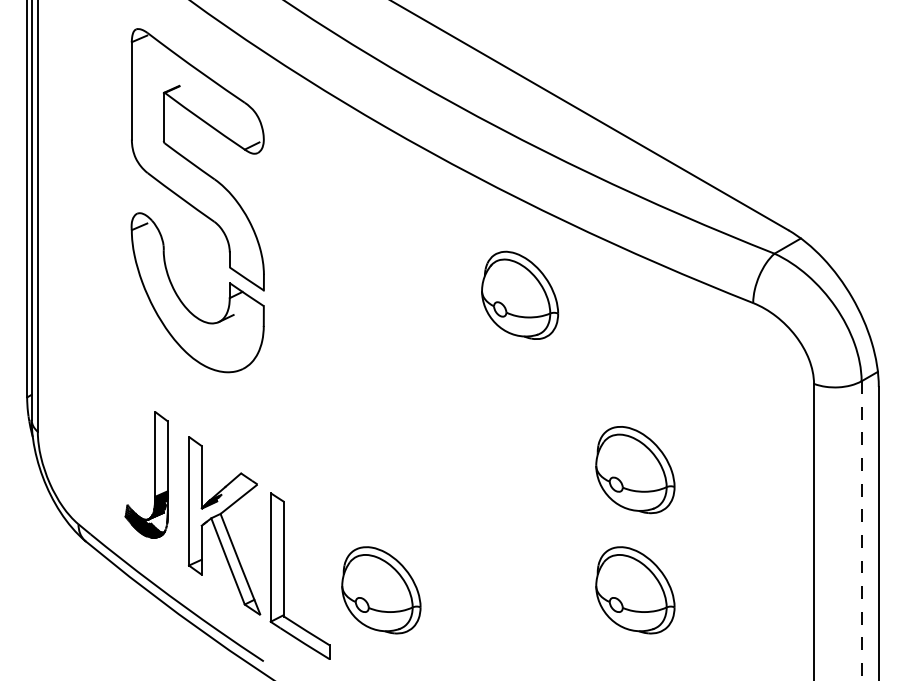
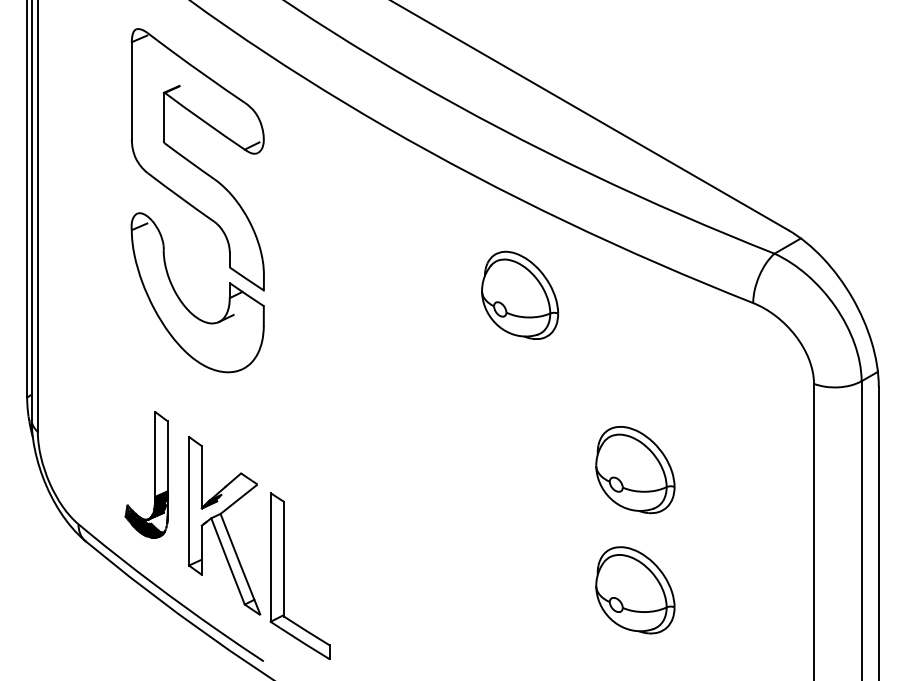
line at (861, 530): dashed -> solid
part at (381, 590): present -> none
